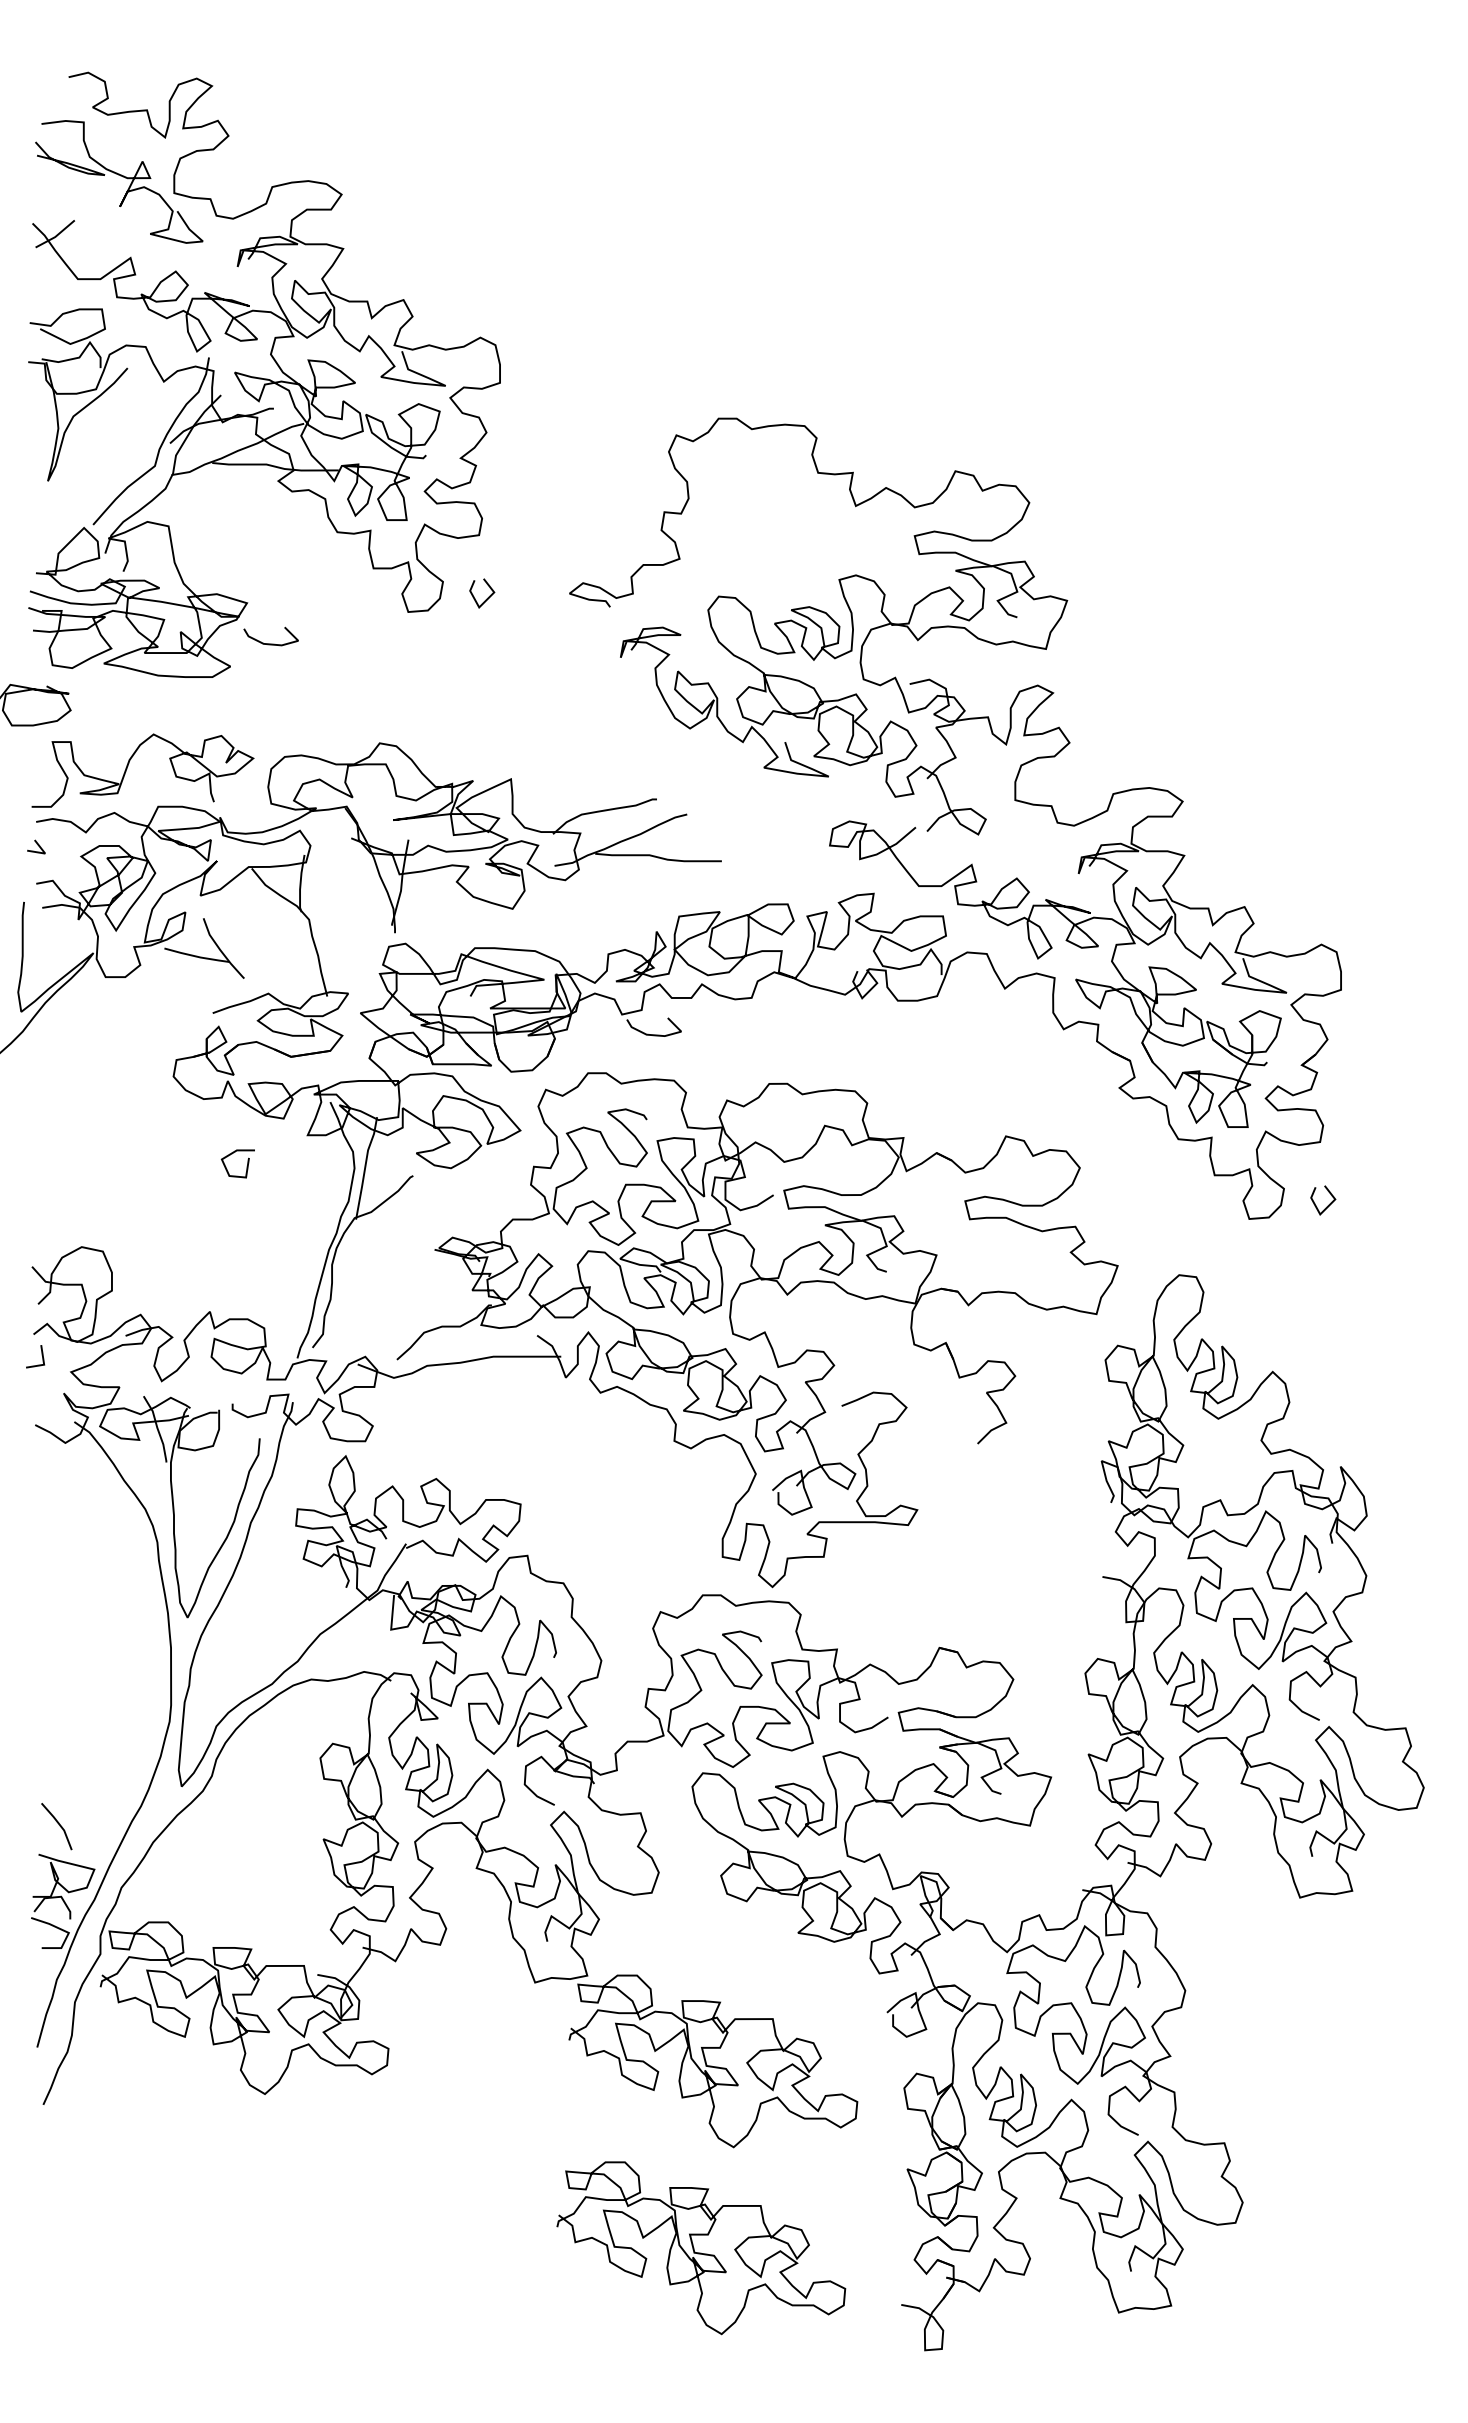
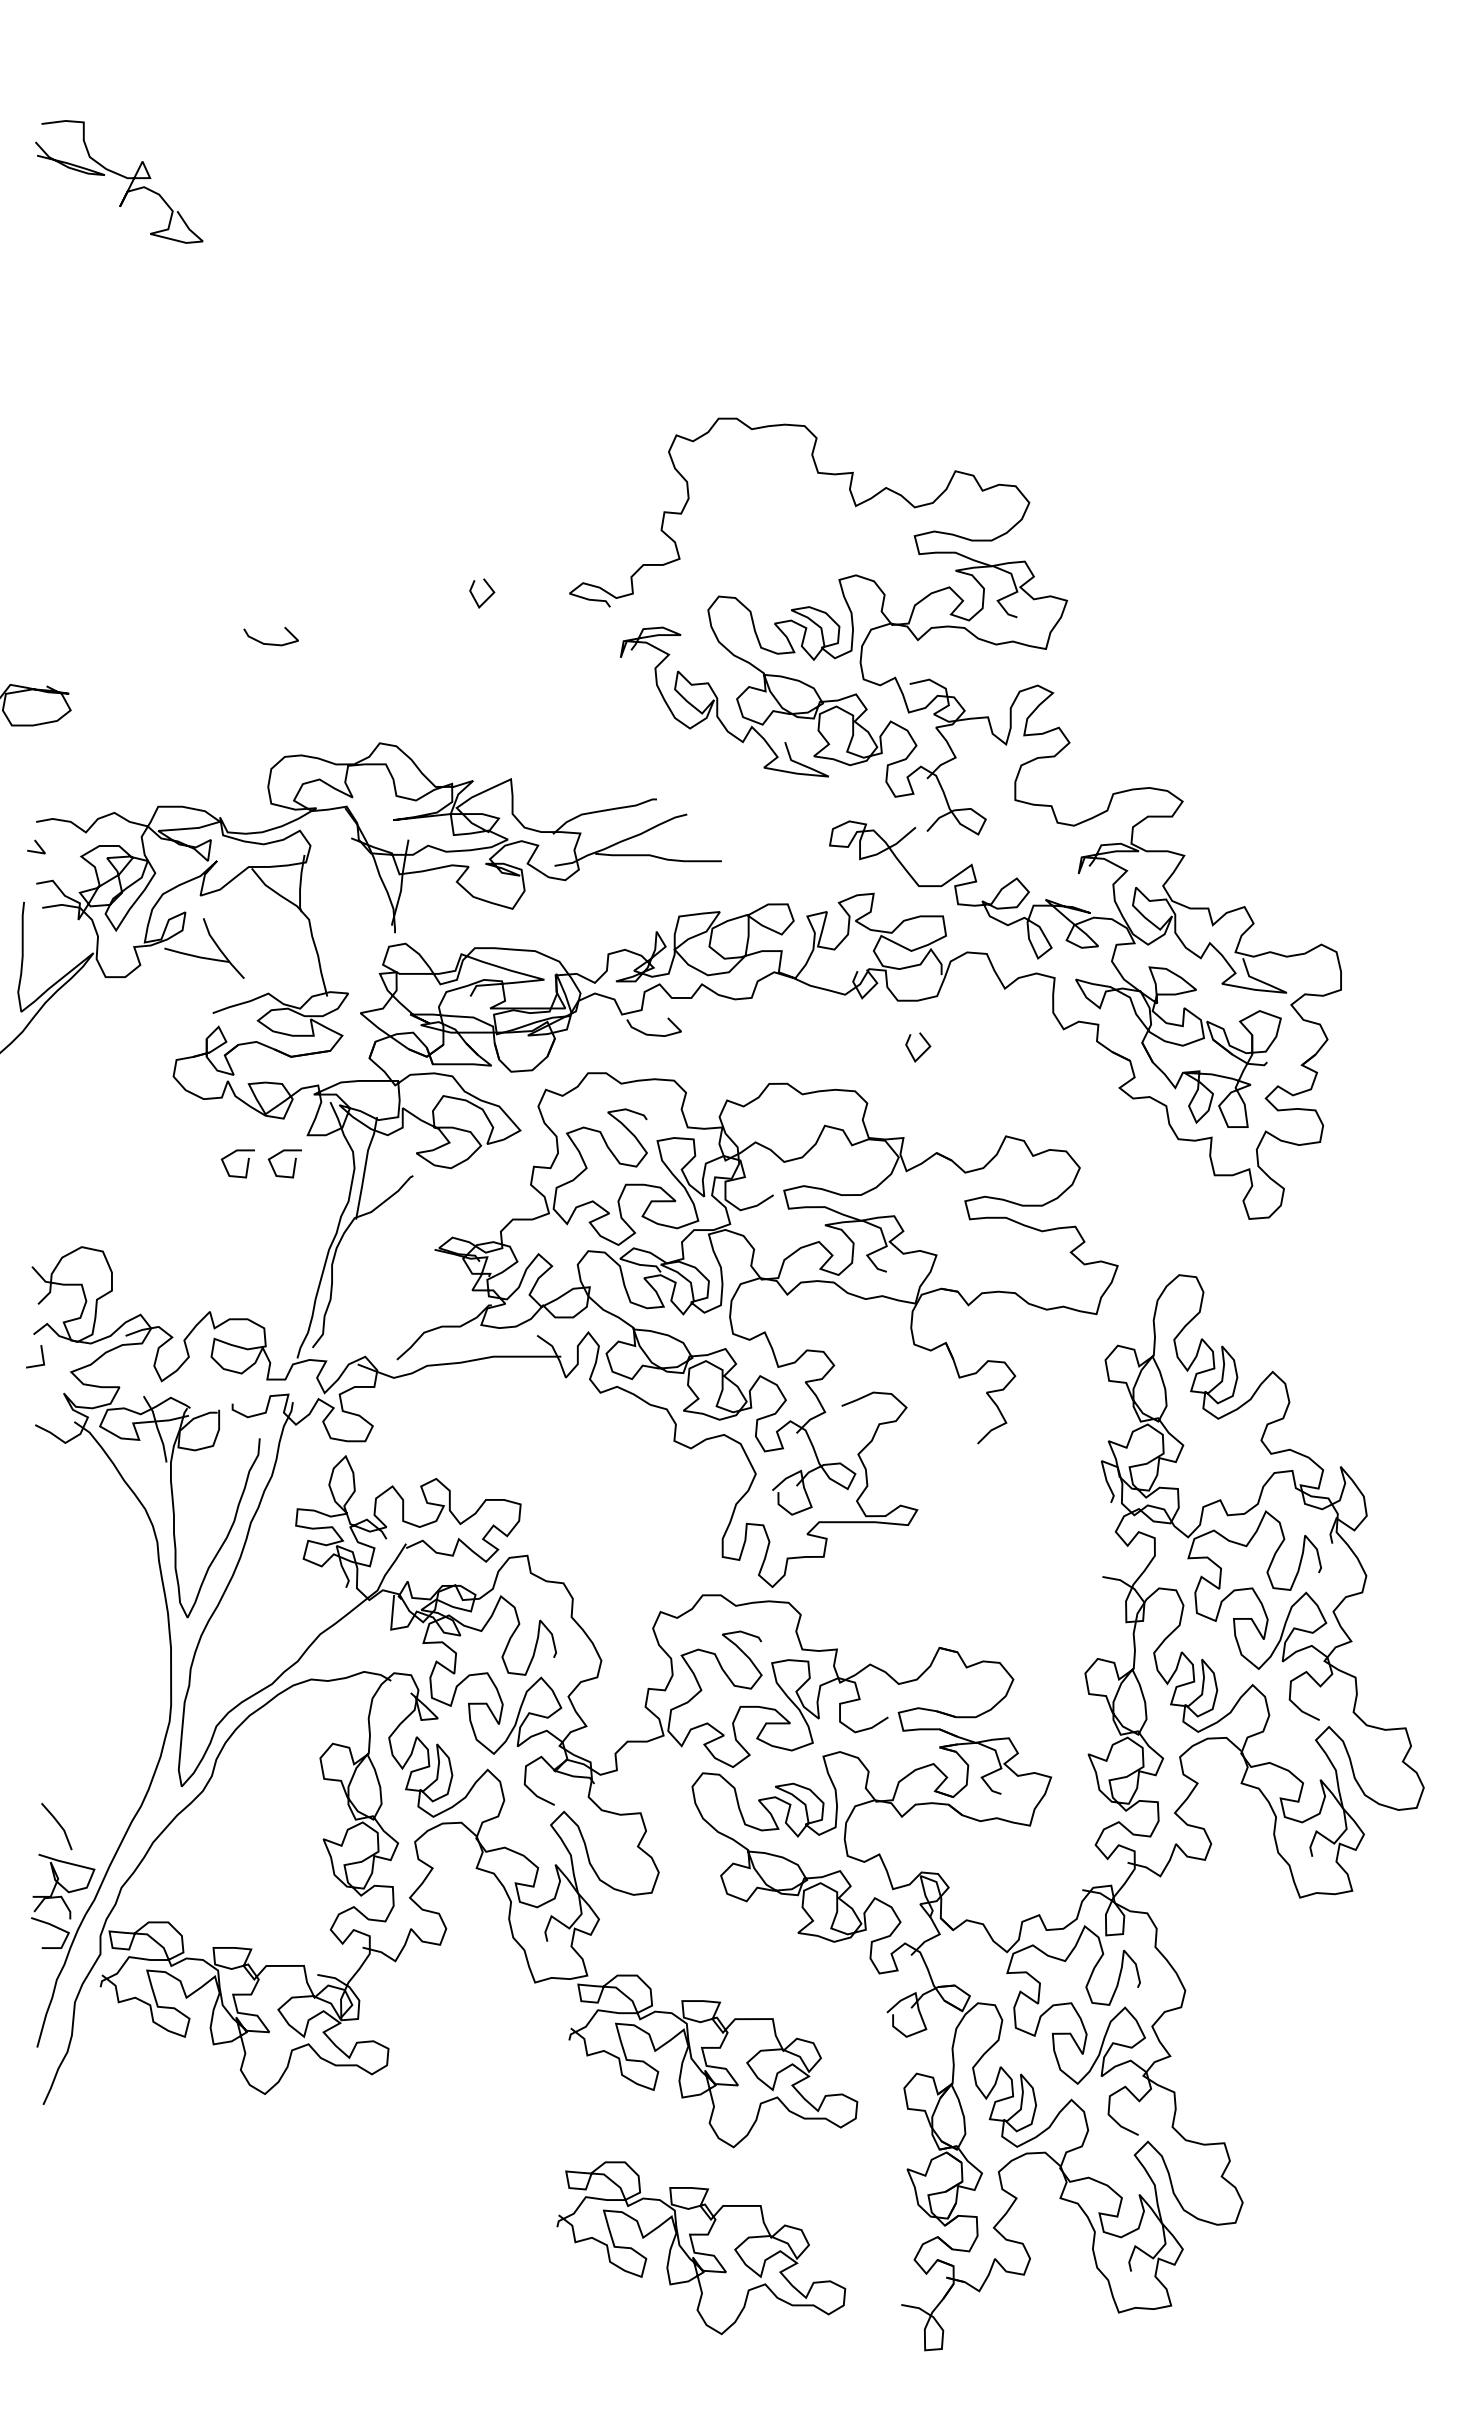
part at (264, 374): present -> none
curve at (128, 766): present -> none
curve at (293, 1166): none -> present
line at (1328, 1204) position: (1328, 1204) -> (923, 1051)
